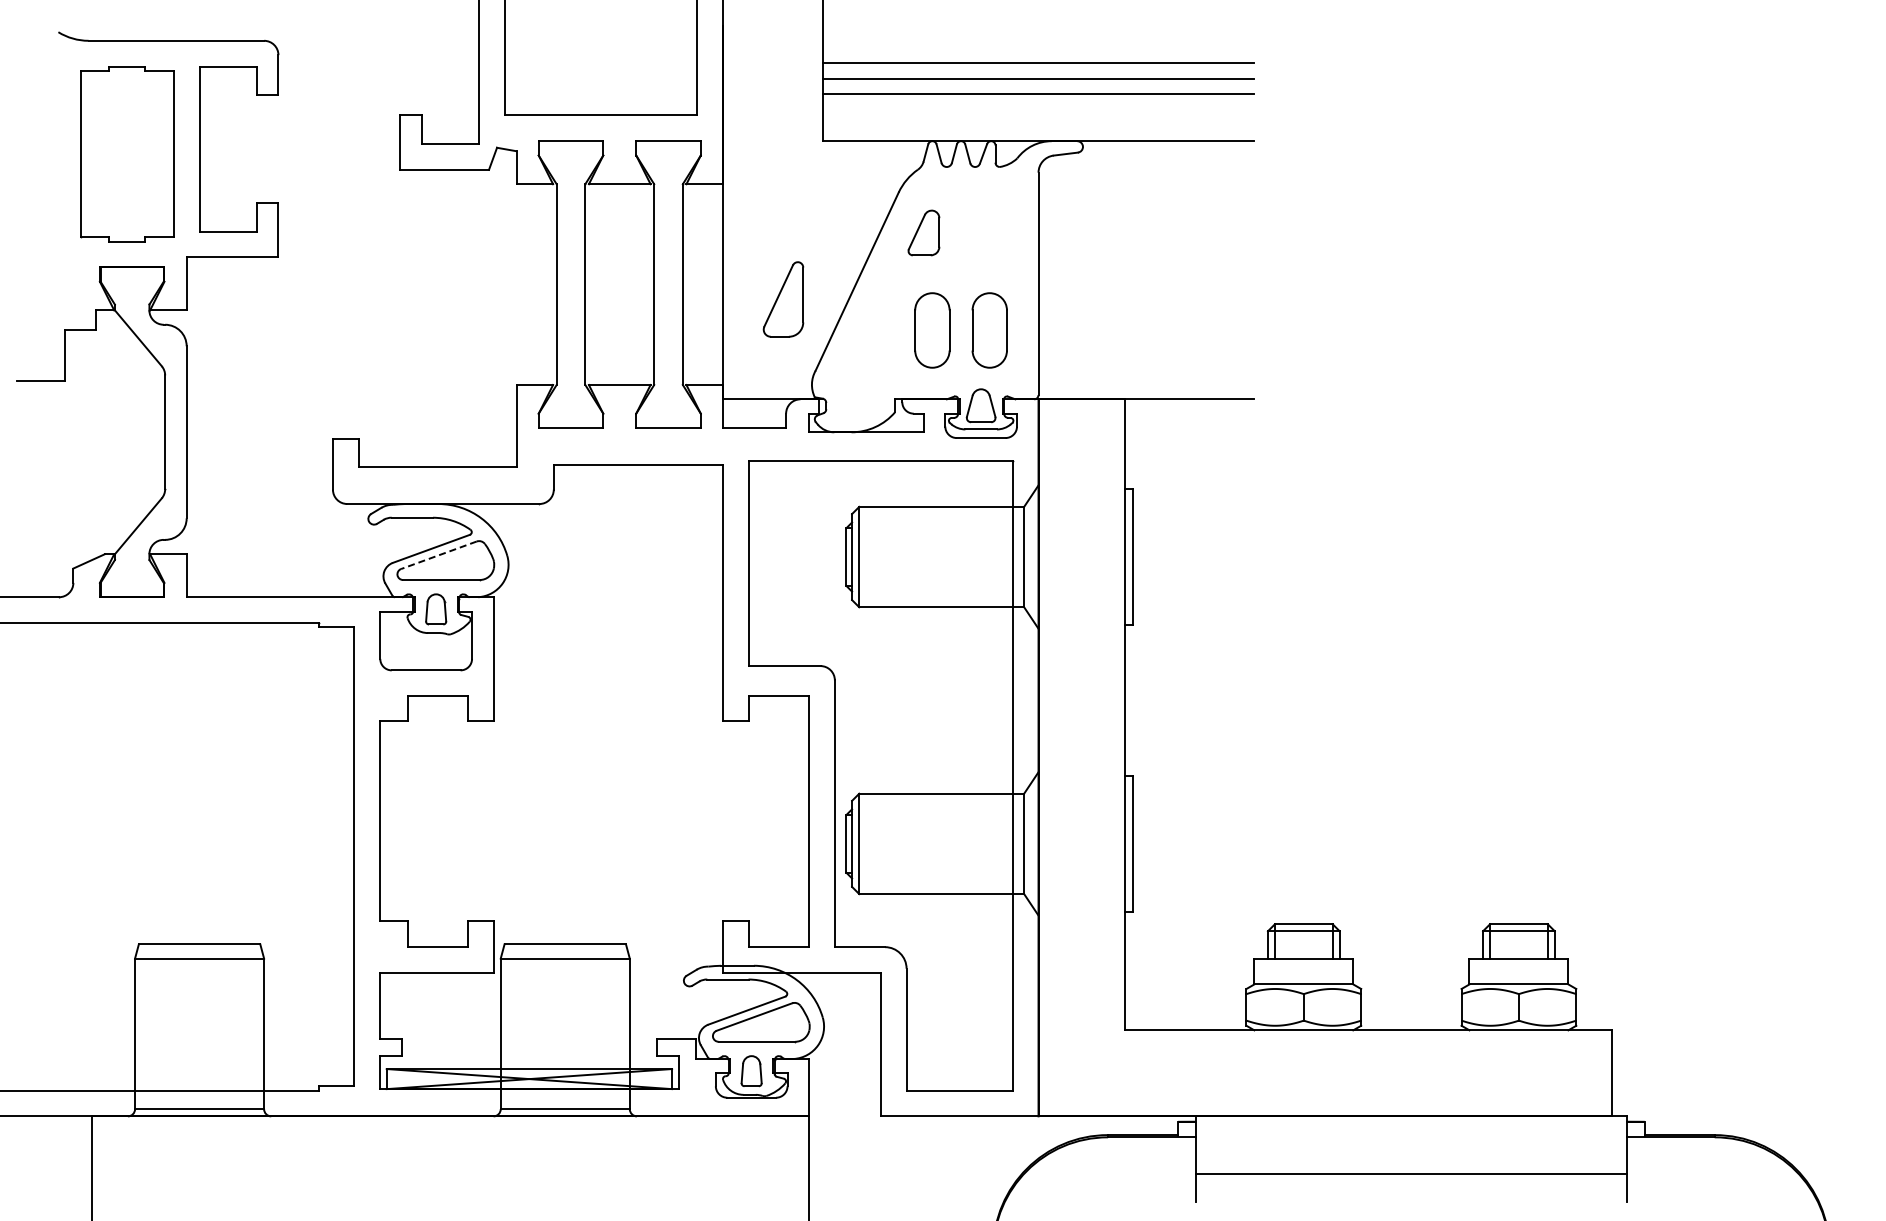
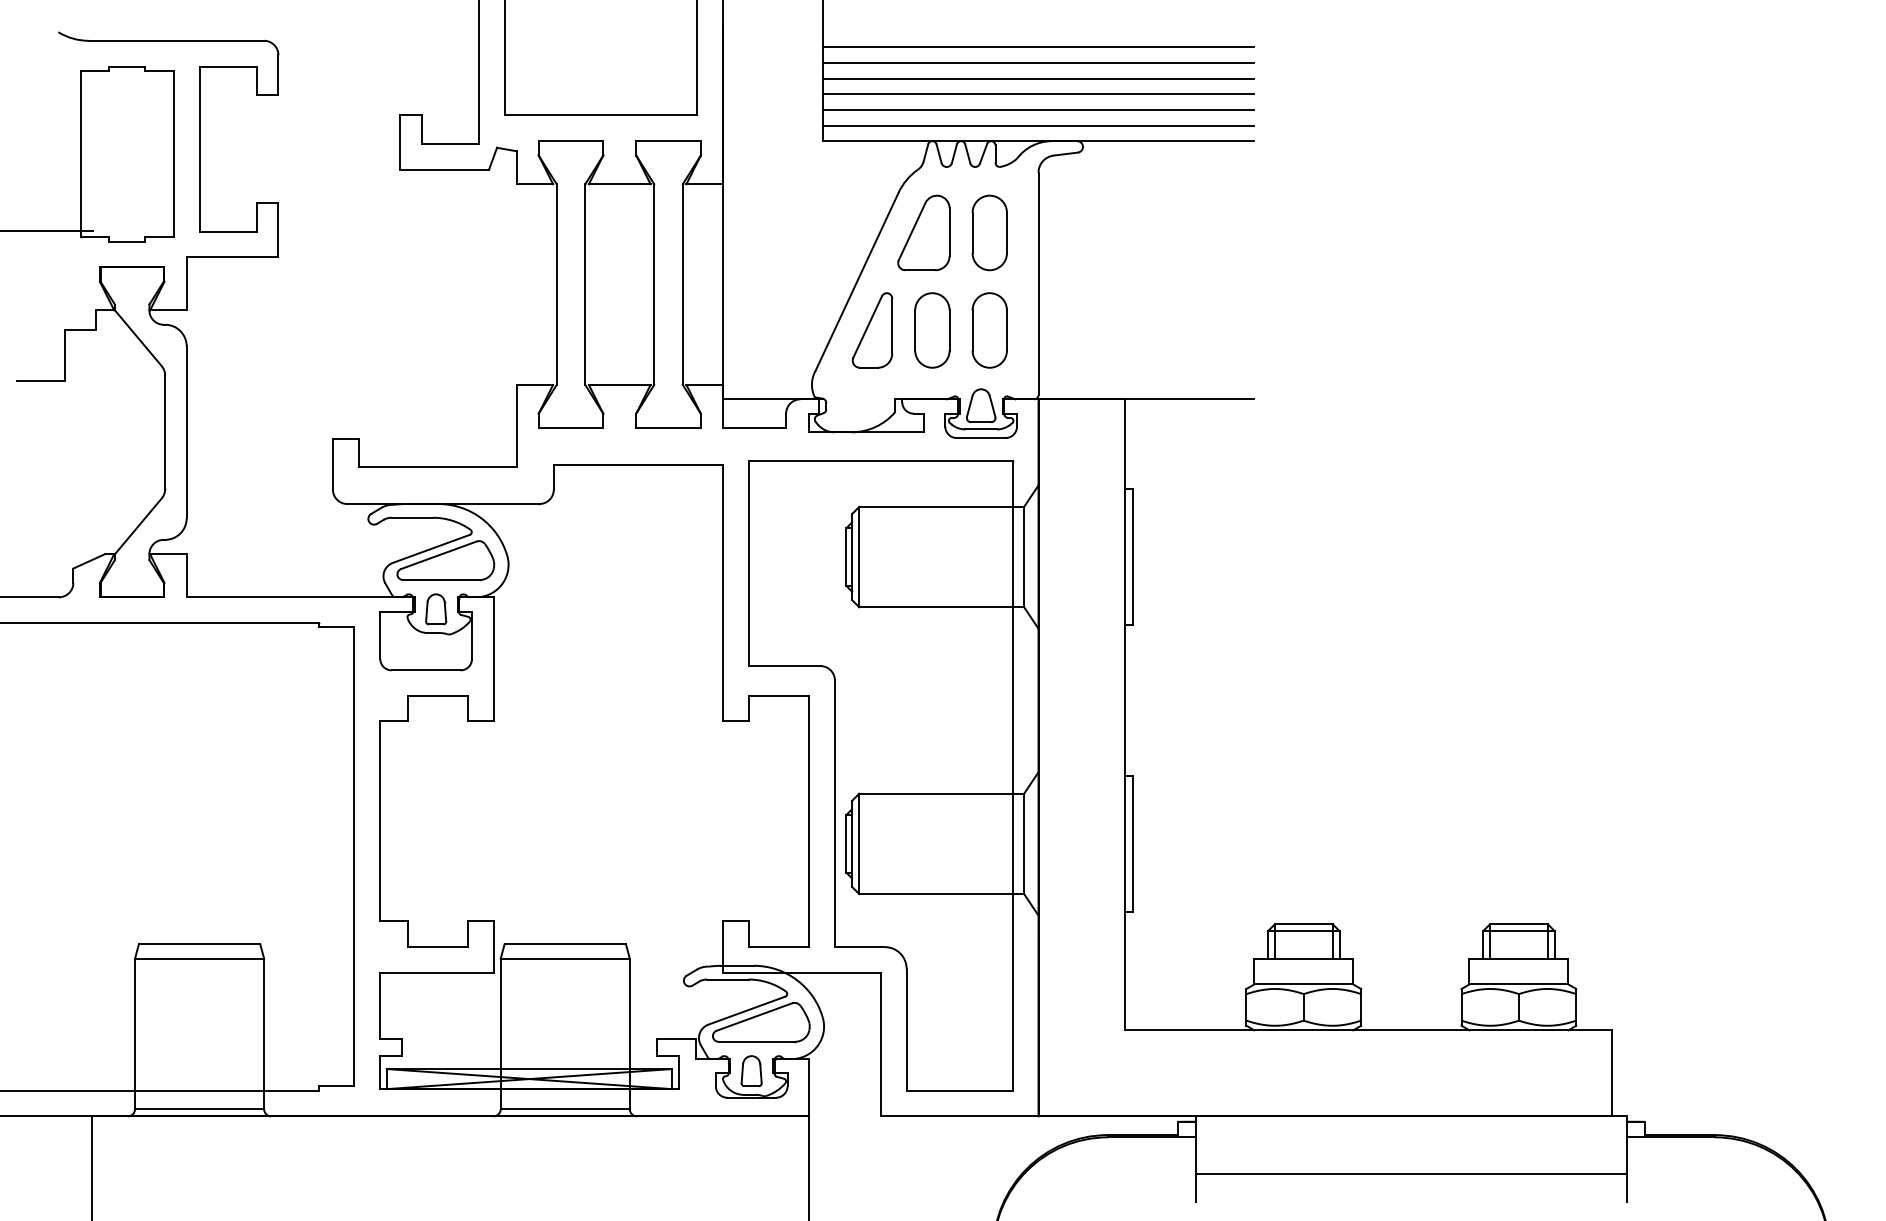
line at (1038, 47): none -> present
line at (1038, 109): none -> present
line at (1038, 125): none -> present
line at (47, 230): none -> present
part at (923, 232) size: 34x48 px -> 54x78 px
part at (989, 232): none -> present
part at (783, 299) position: (783, 299) -> (872, 330)
line at (438, 555): dashed -> solid
